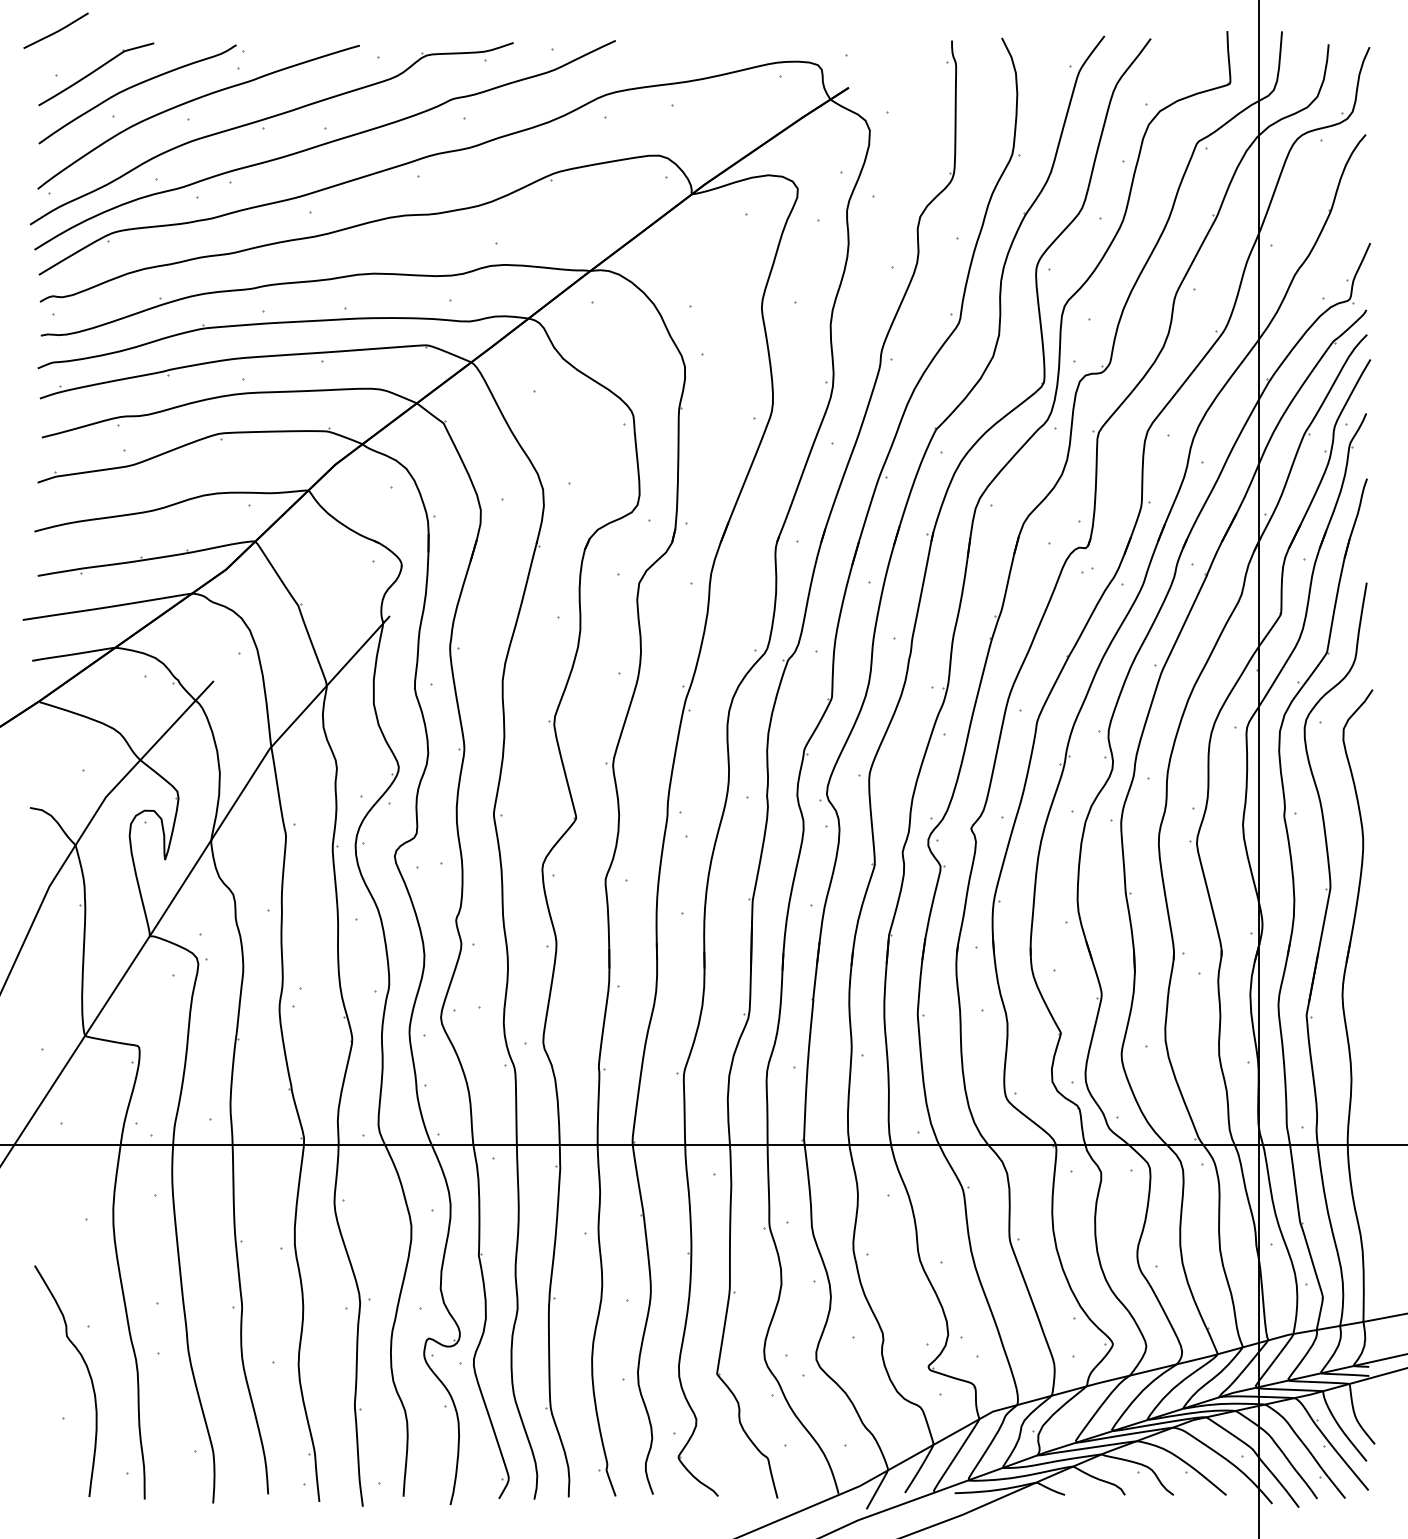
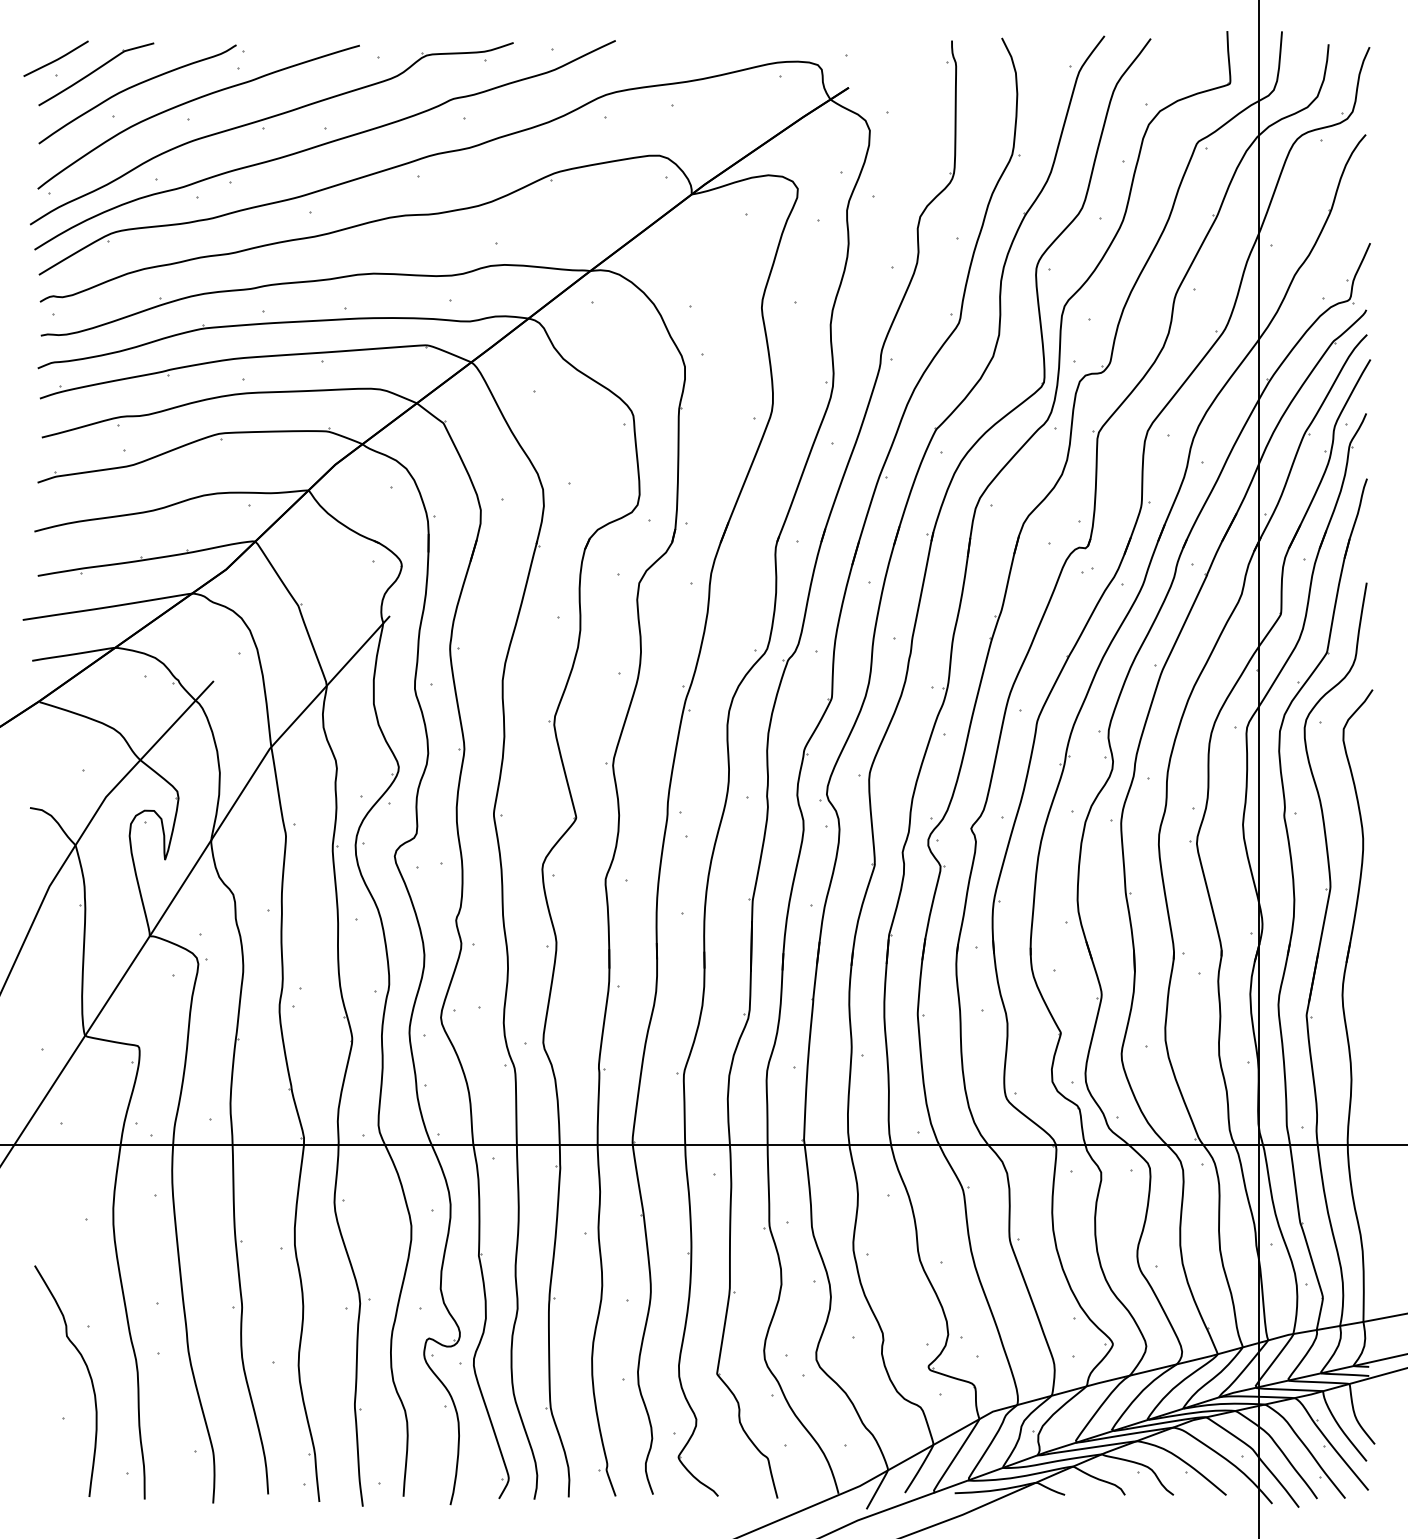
curve at (55, 31) position: (55, 31) -> (55, 59)
